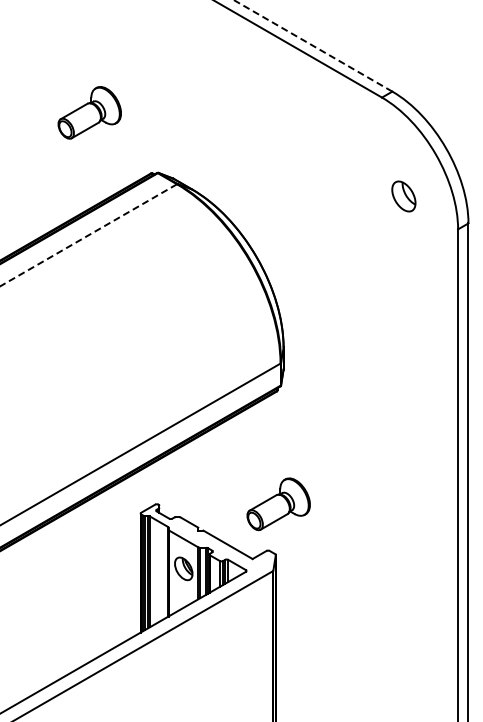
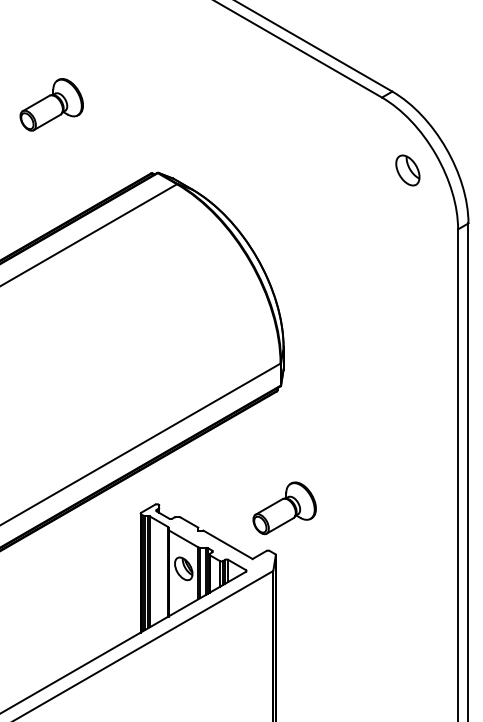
line at (312, 45): dashed -> solid
part at (89, 112) position: (89, 112) -> (51, 104)
part at (403, 196) position: (403, 196) -> (407, 170)
line at (88, 235): dashed -> solid
part at (278, 504) position: (278, 504) -> (284, 508)
